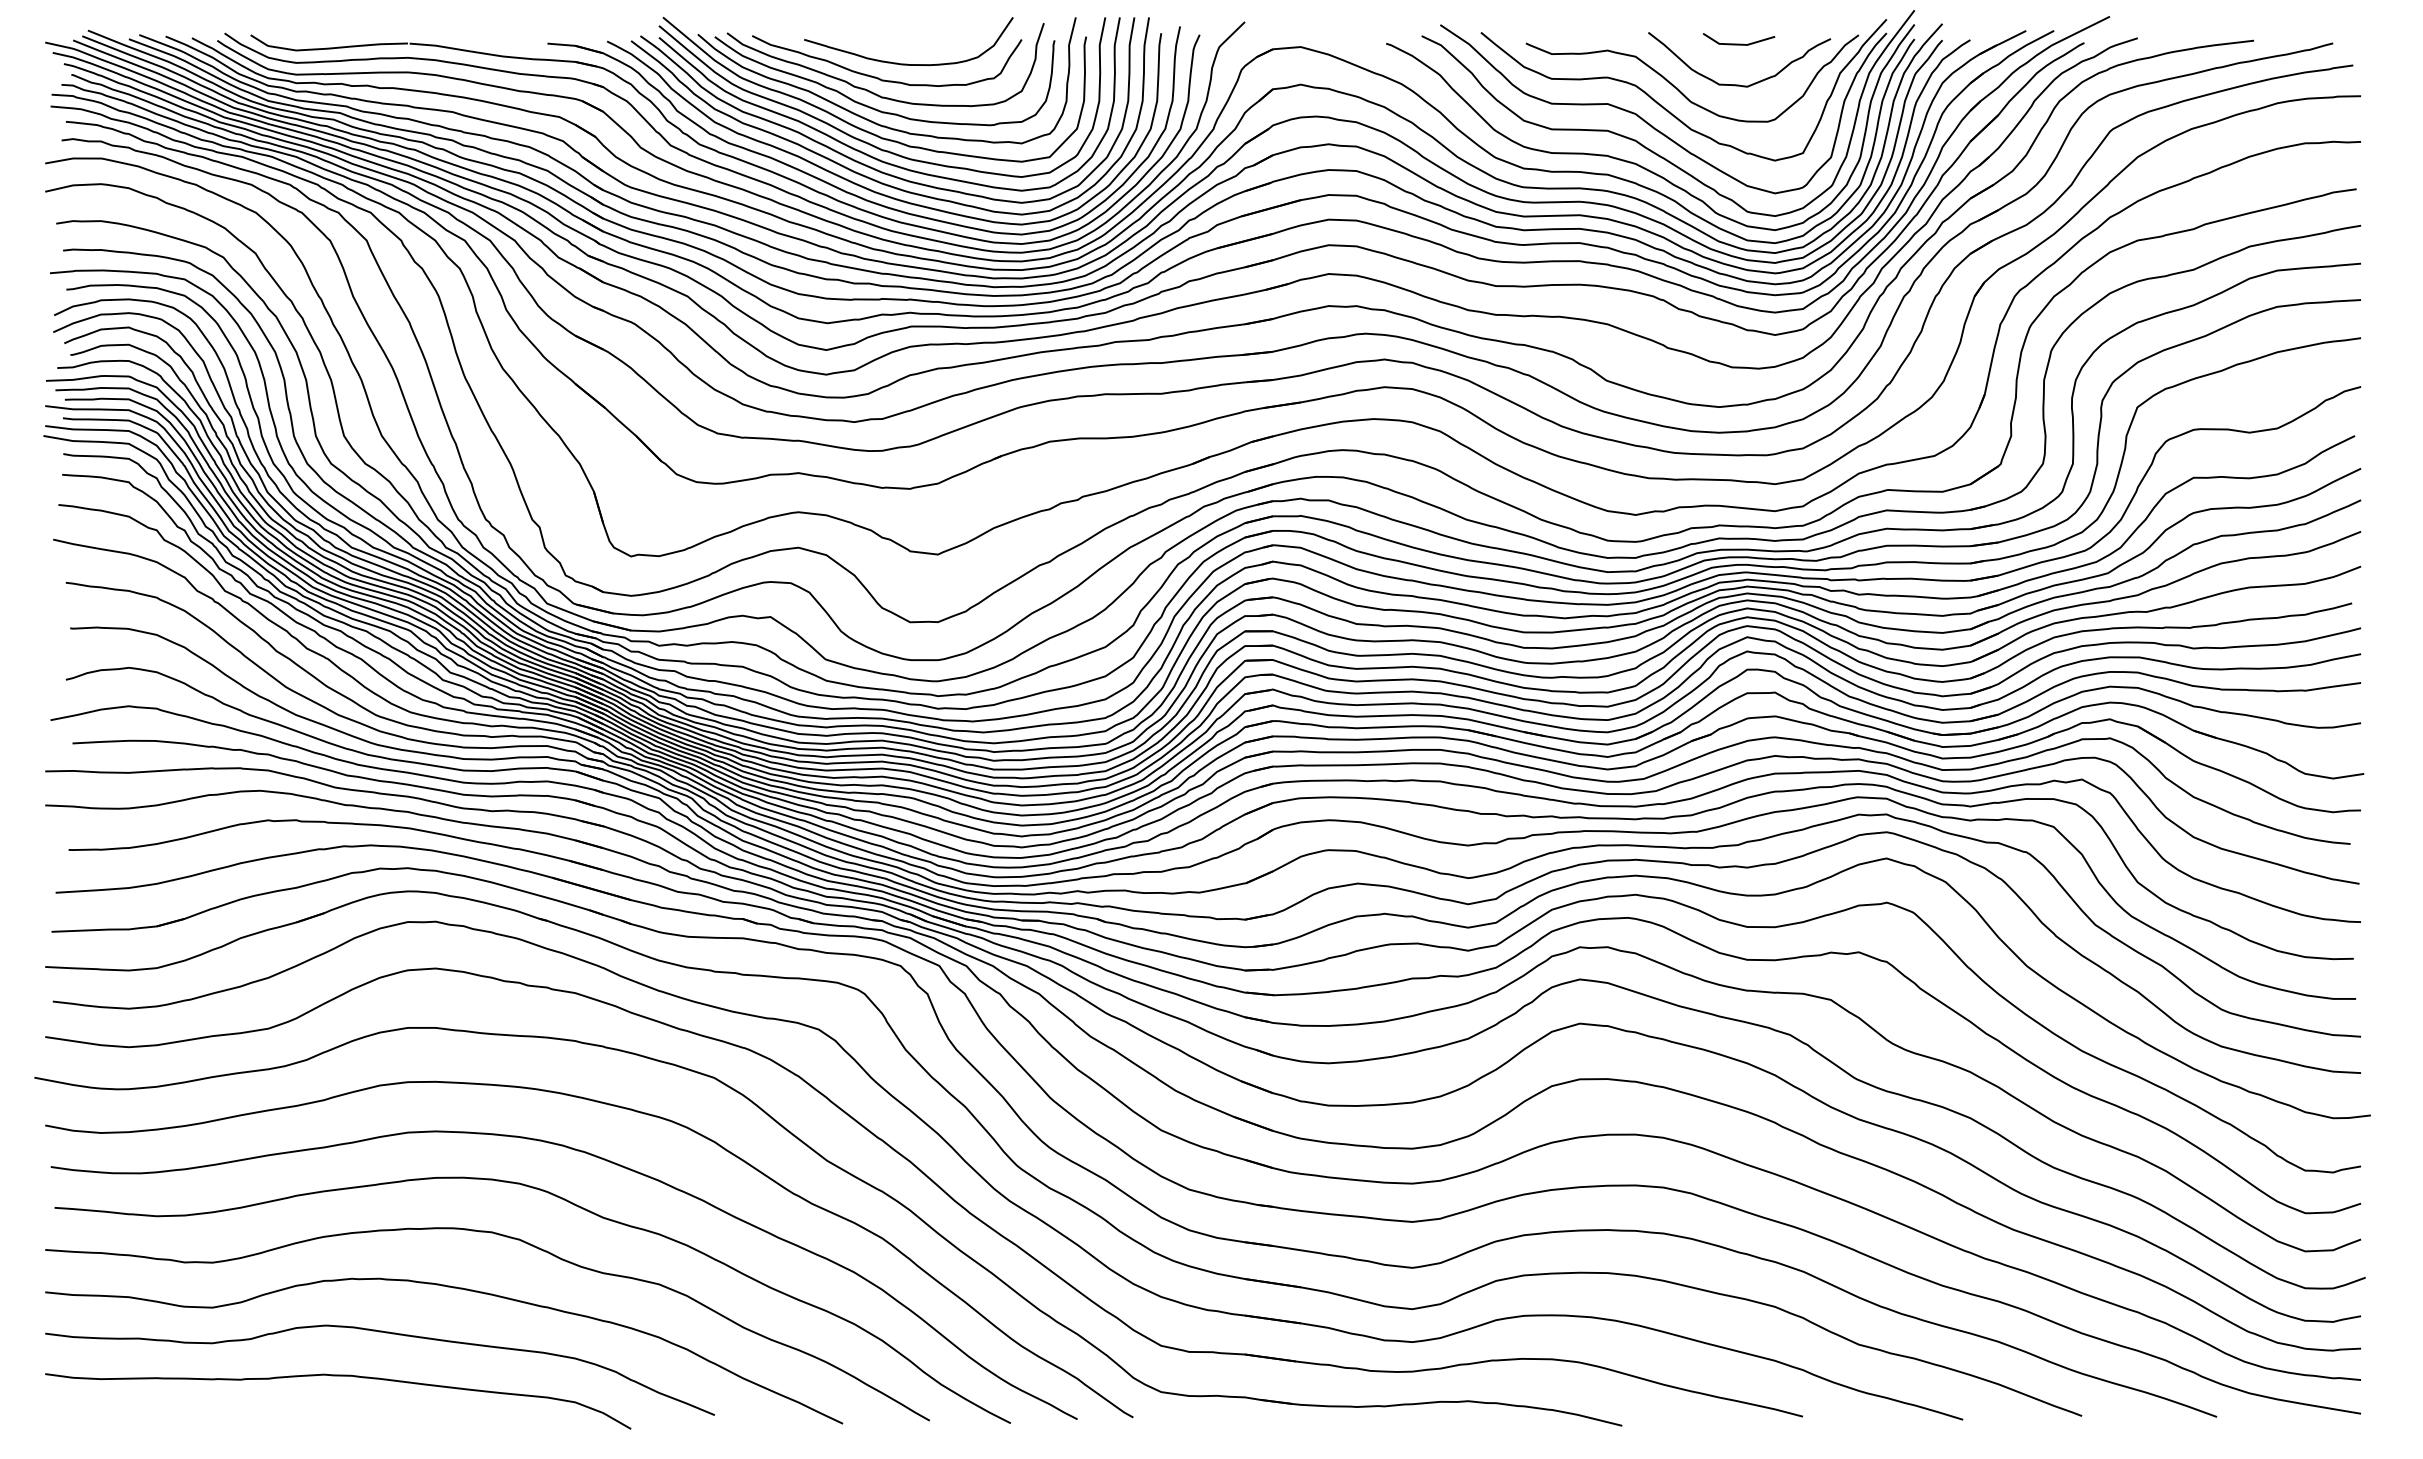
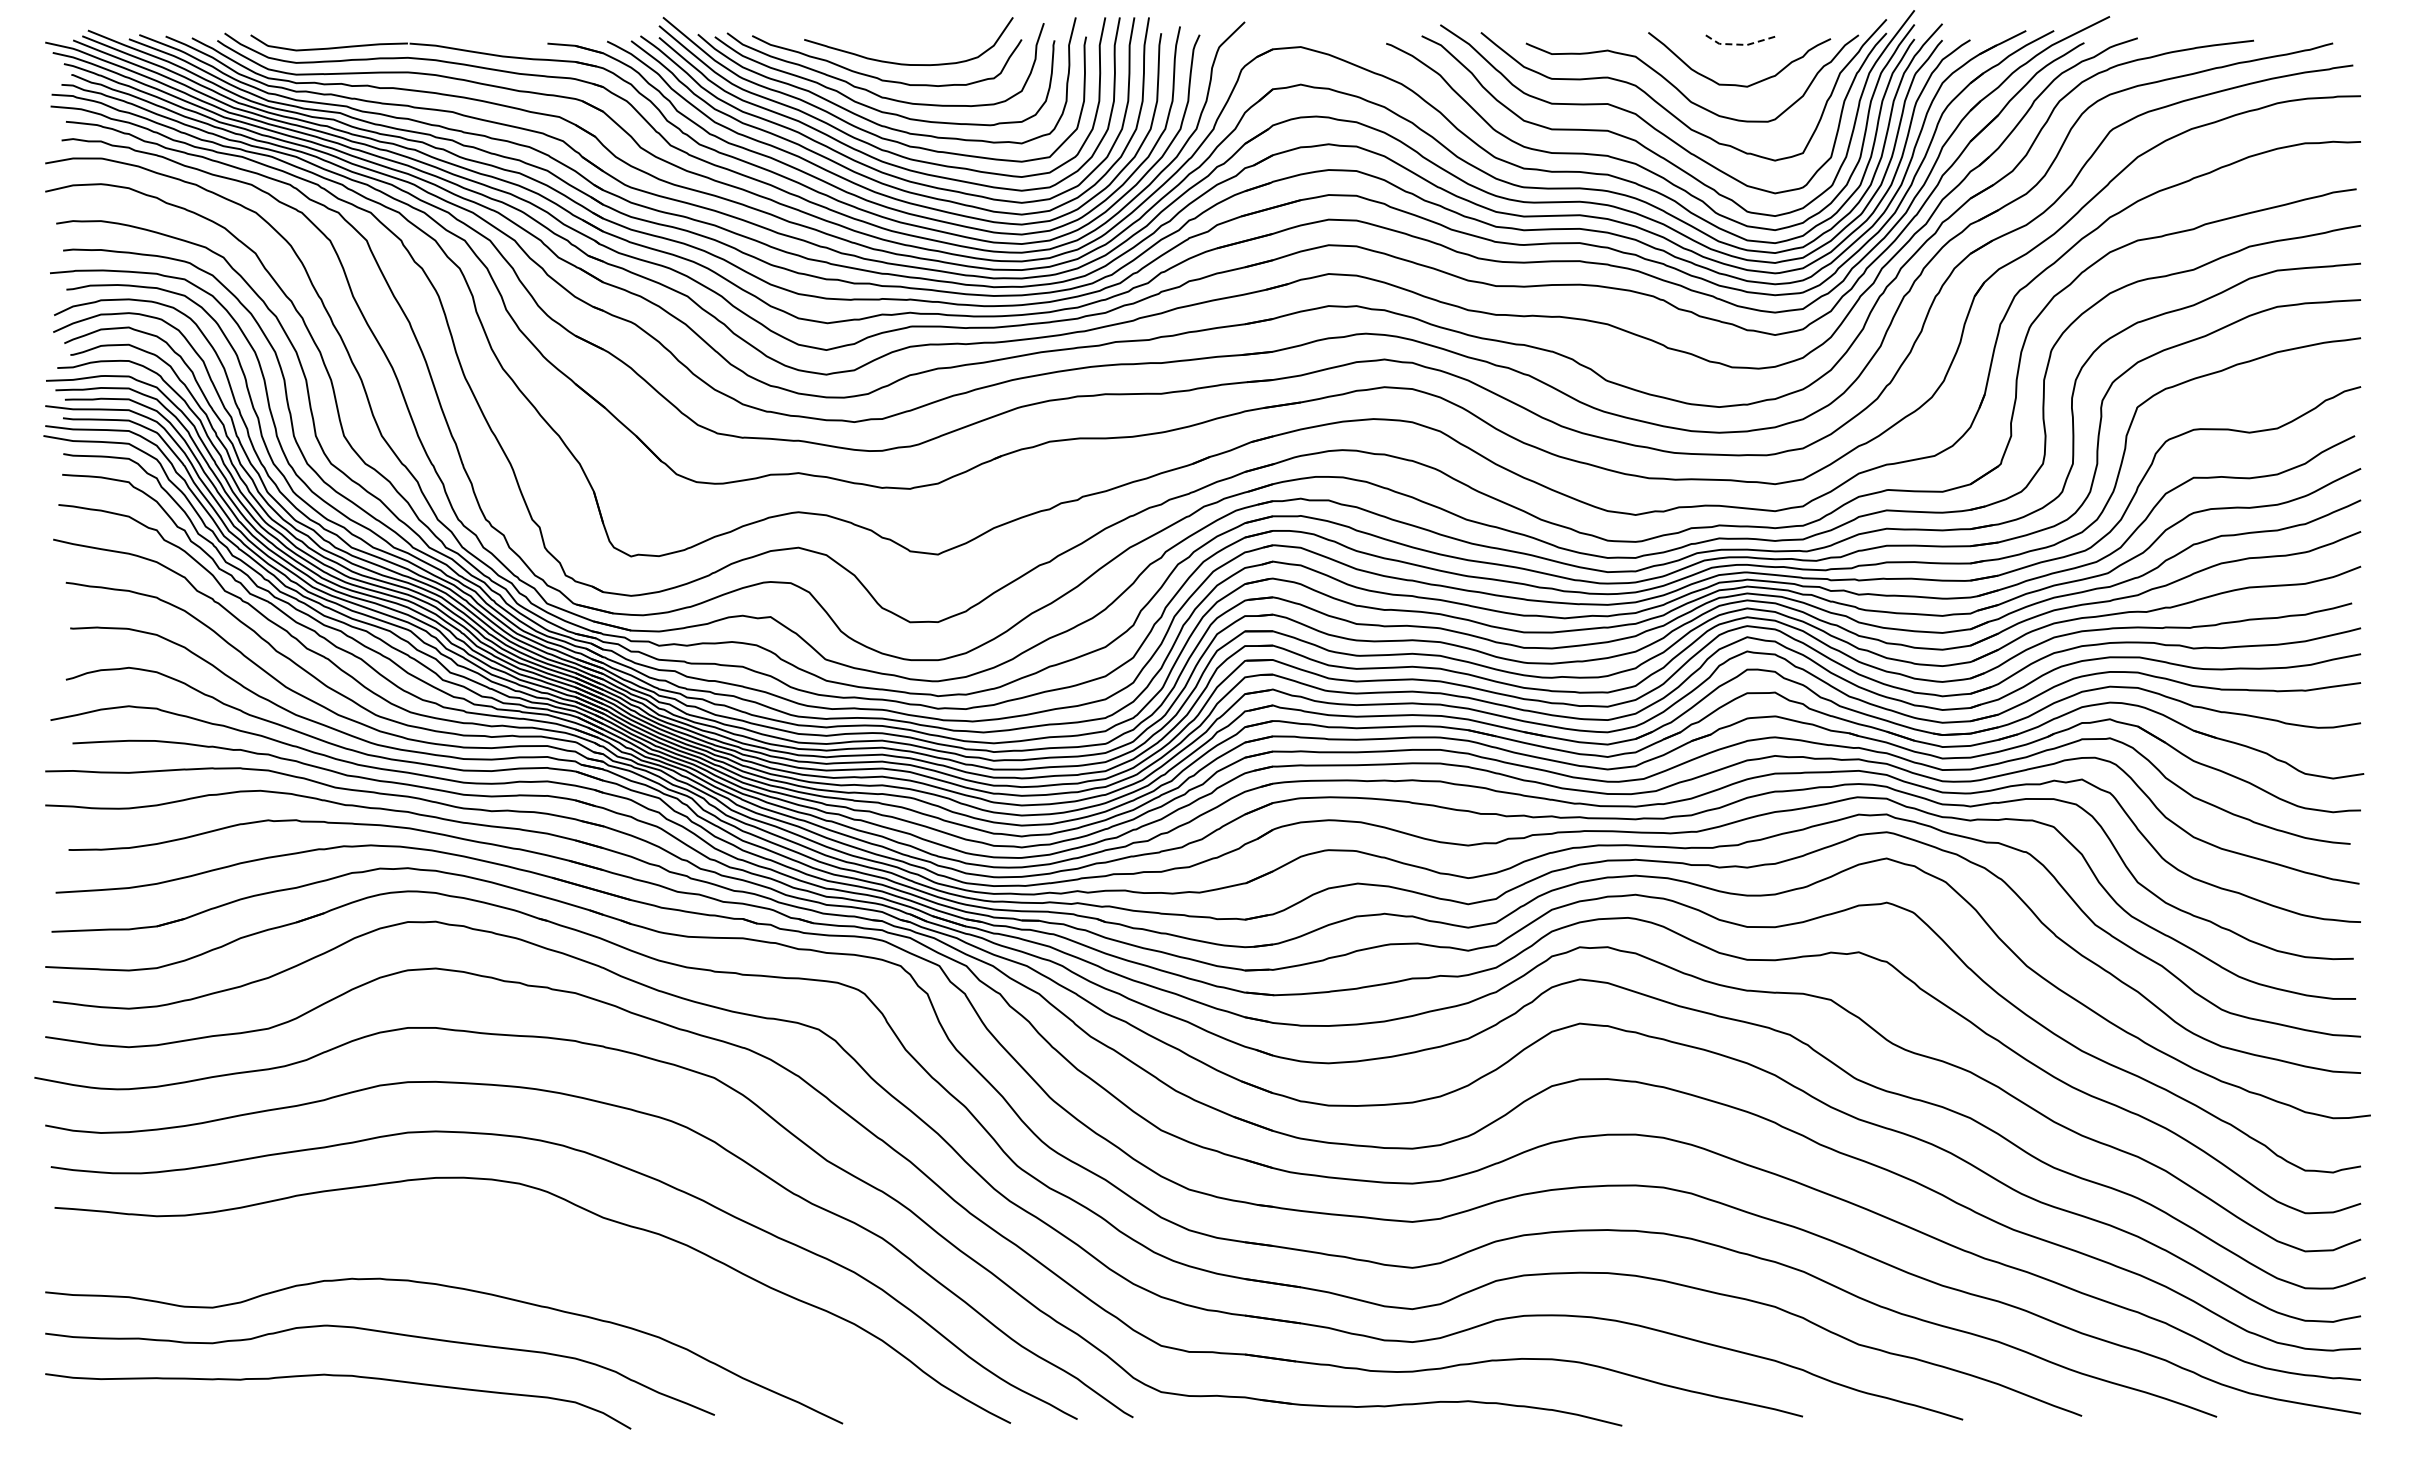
line at (1738, 44): solid -> dashed
curve at (509, 1238): present -> none
